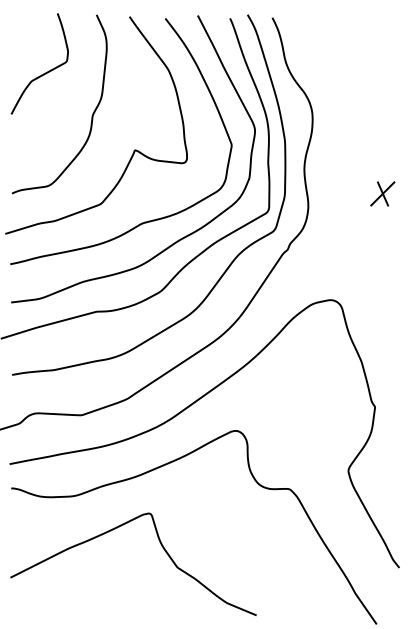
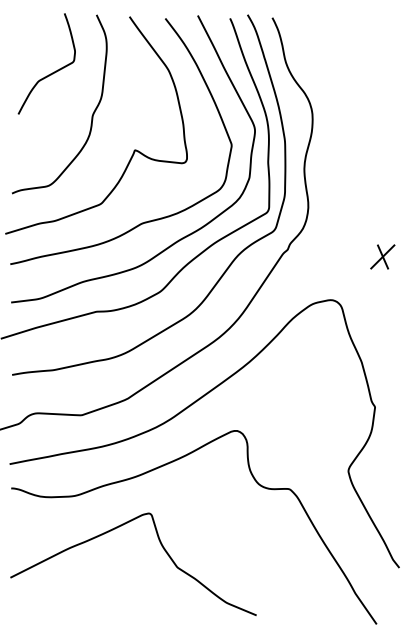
curve at (43, 73) position: (43, 73) -> (50, 73)
part at (382, 193) position: (382, 193) -> (382, 256)
